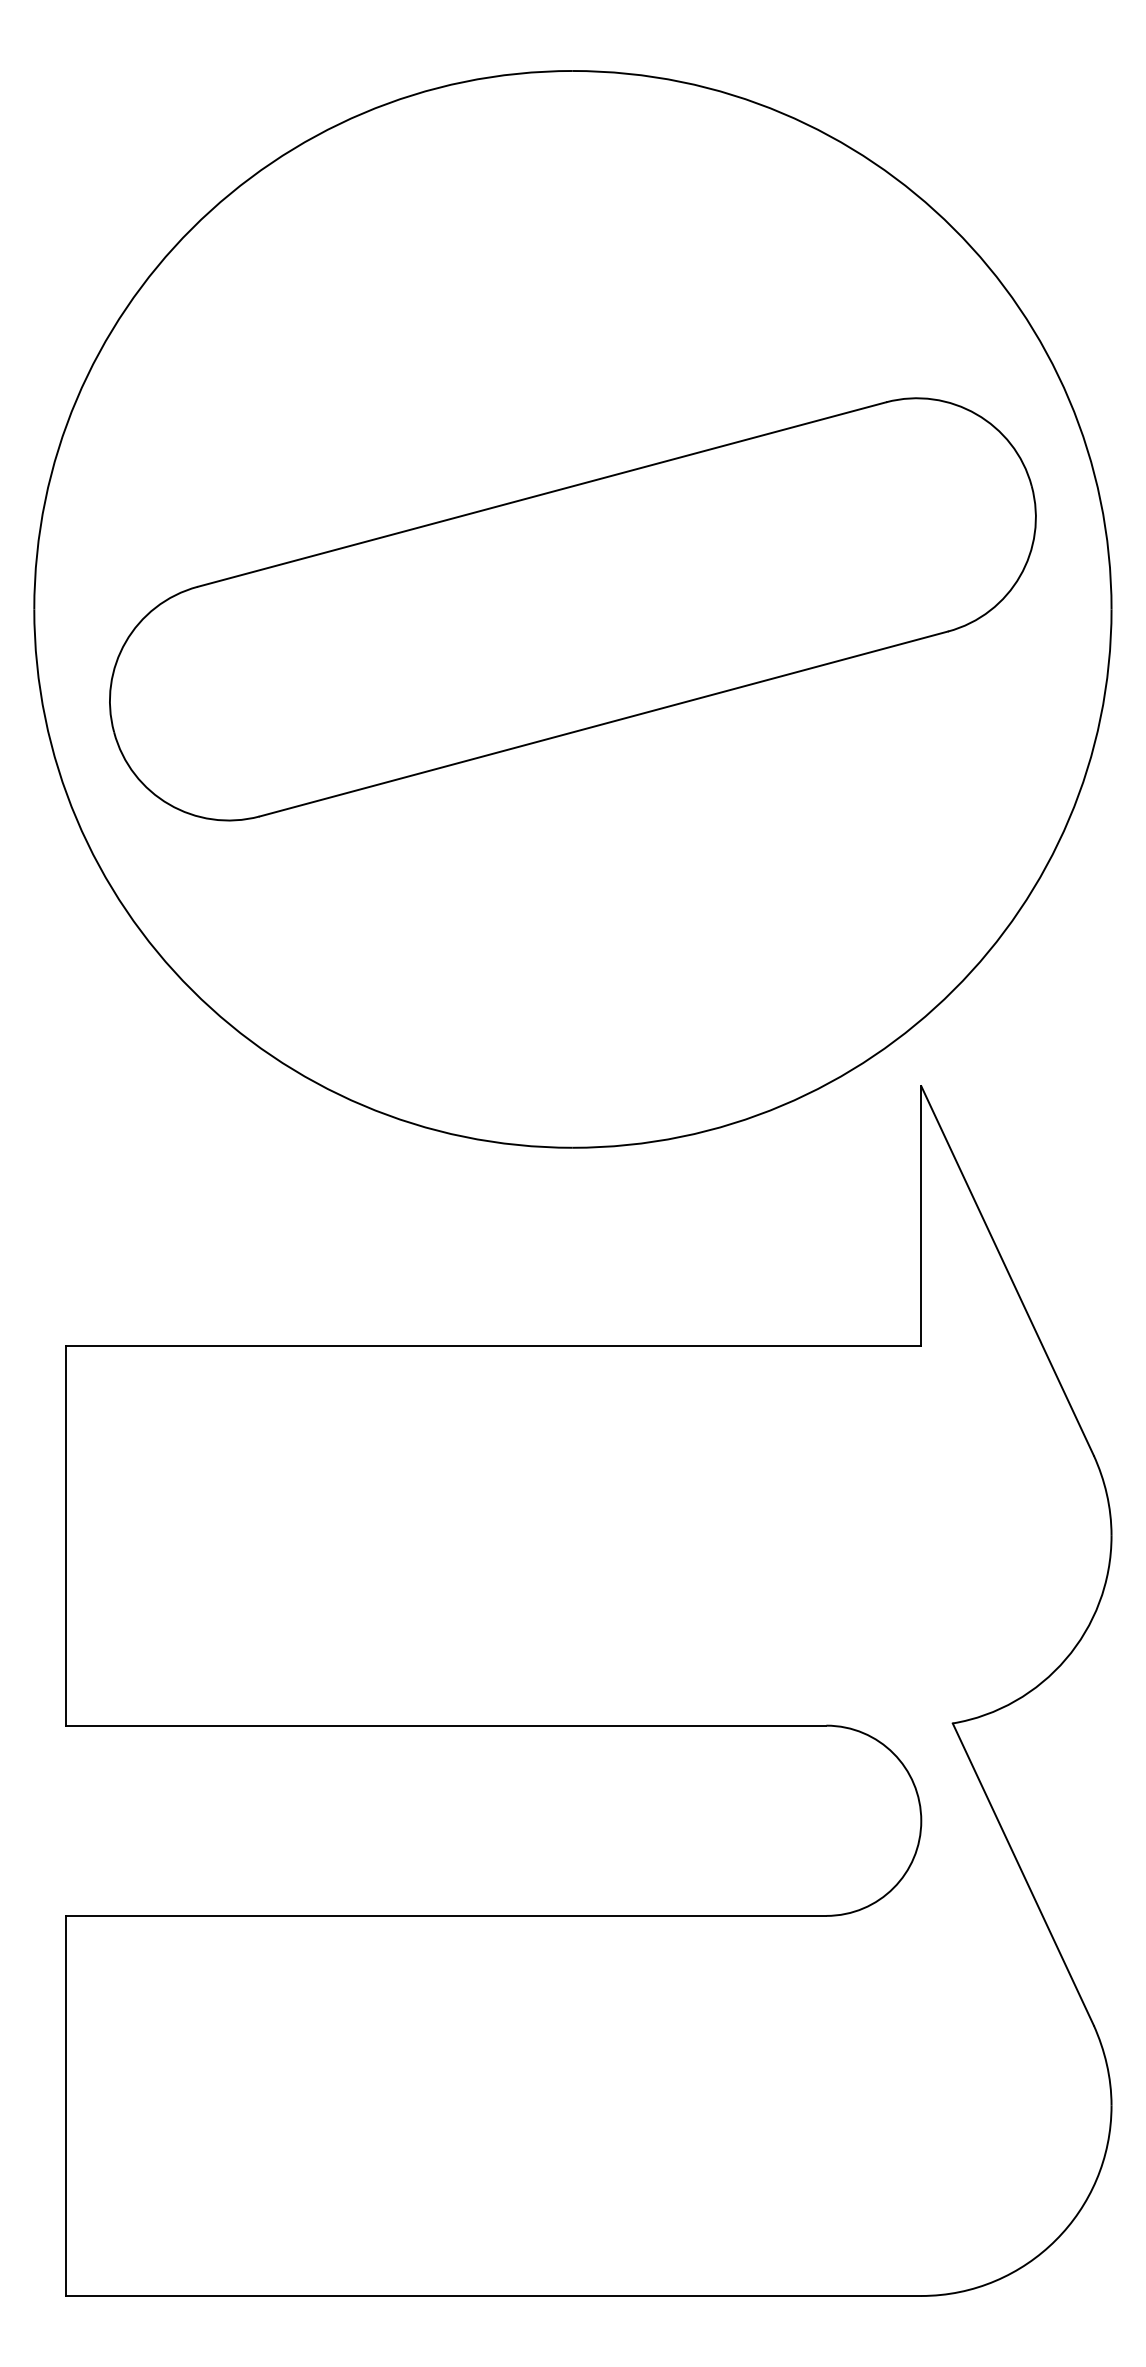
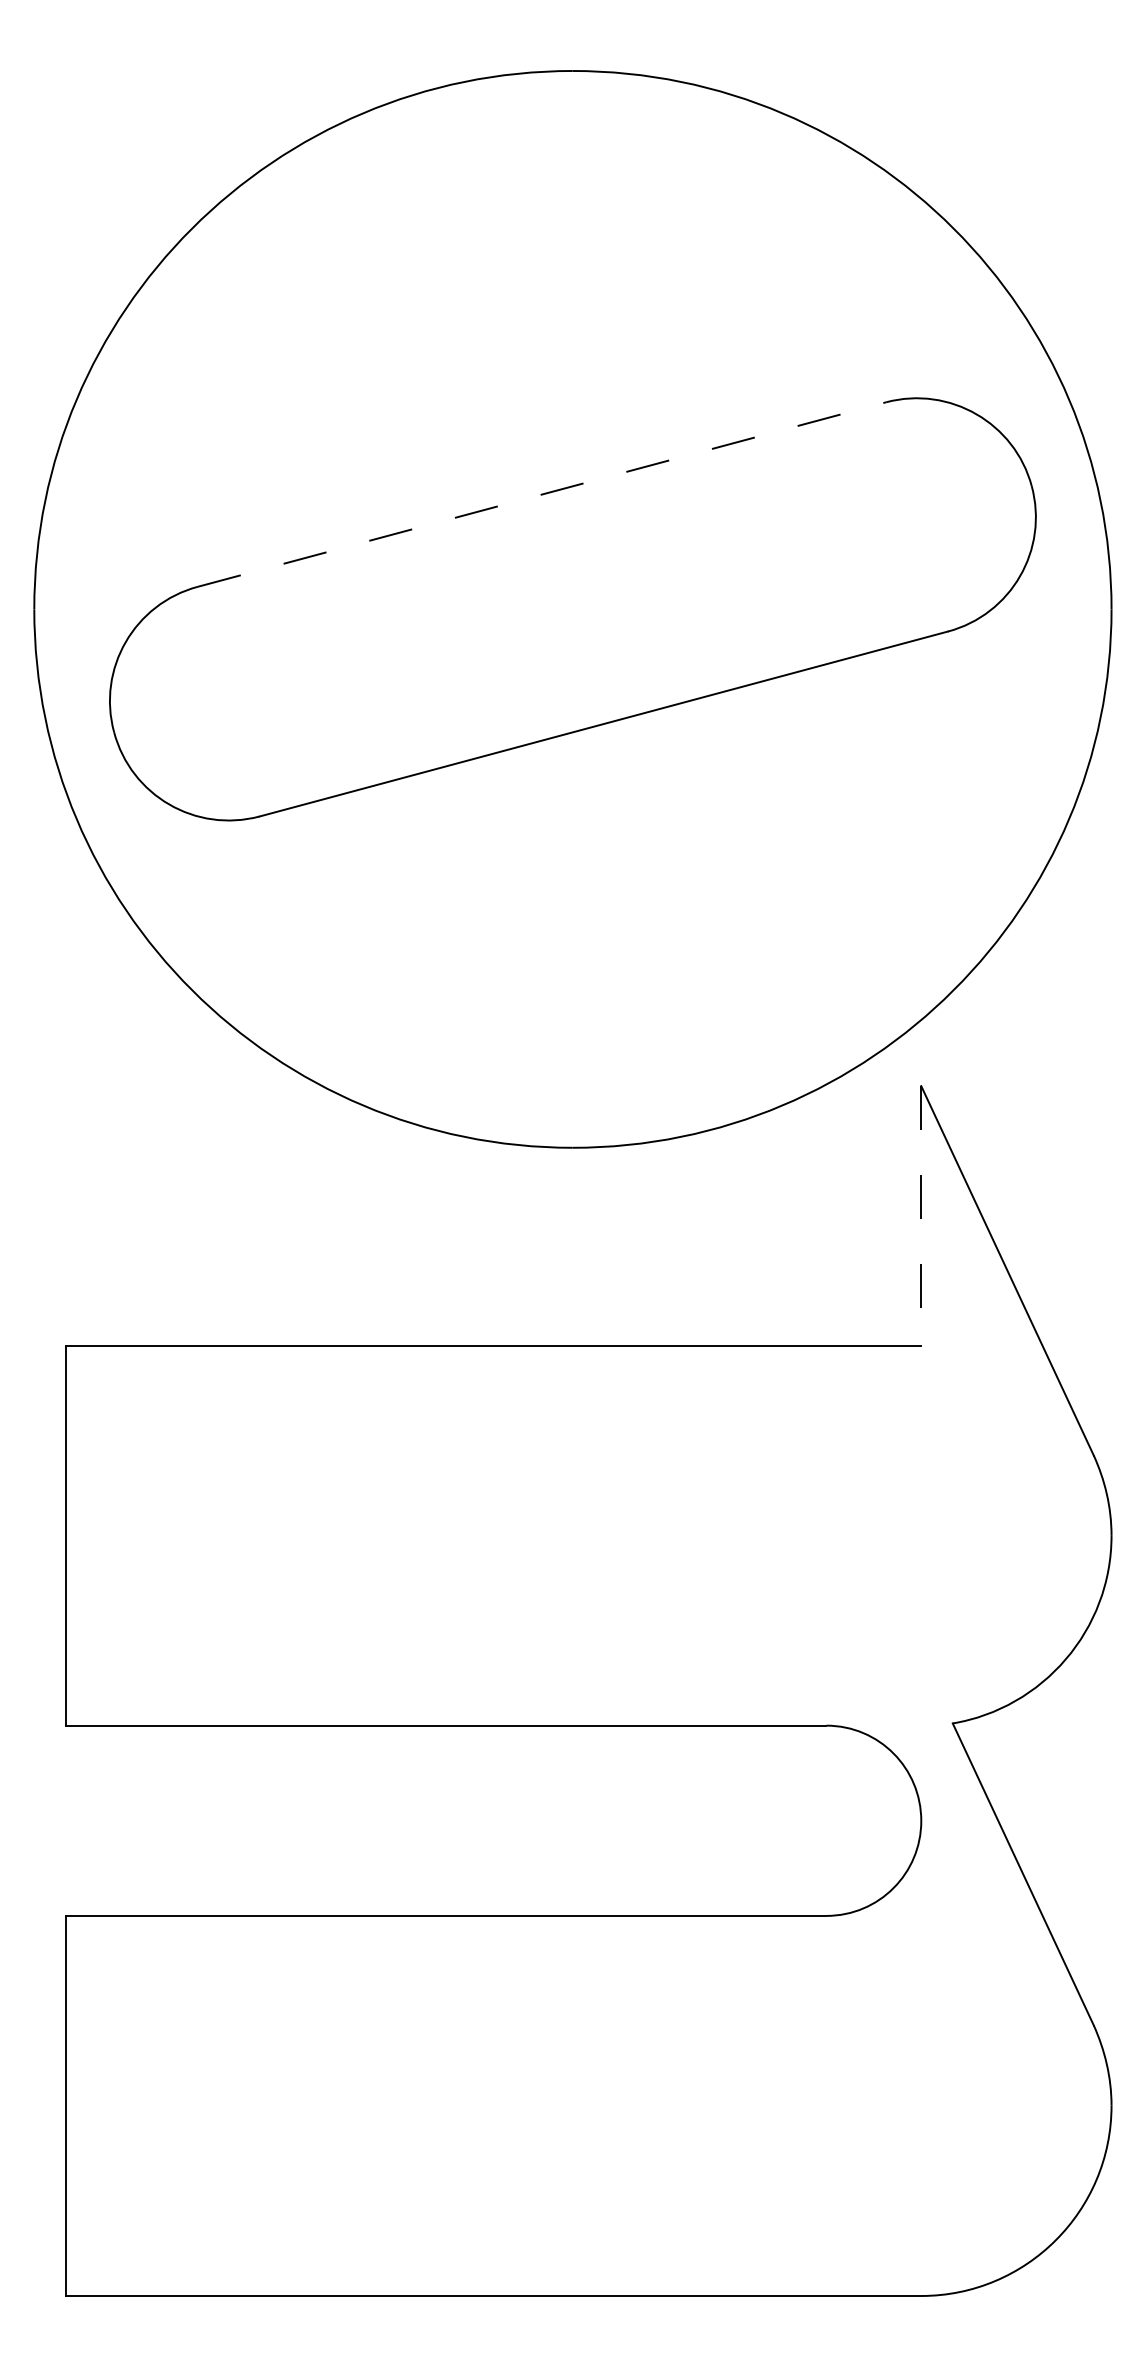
line at (542, 494): solid -> dashed
line at (921, 1215): solid -> dashed
